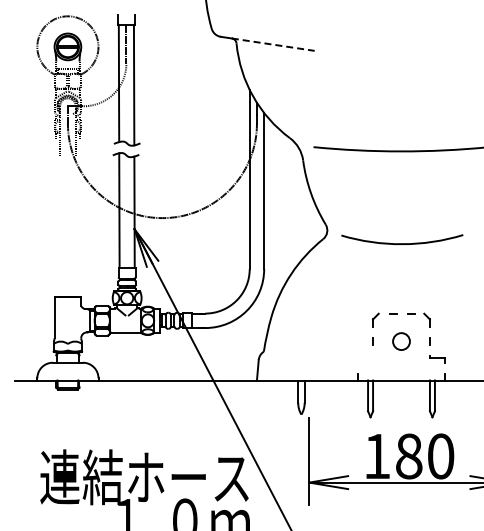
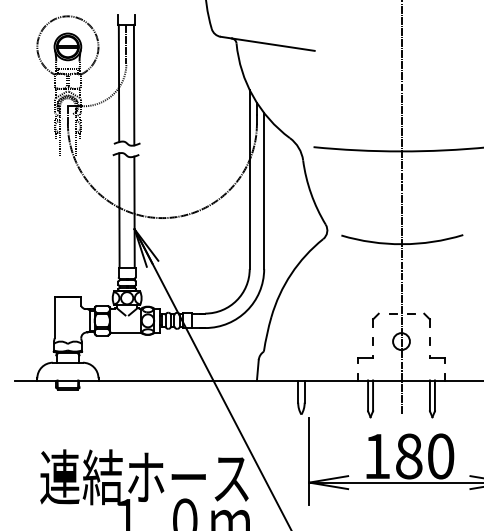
line at (273, 44): dashed -> solid
line at (401, 207): none -> present
part at (365, 359): none -> present
